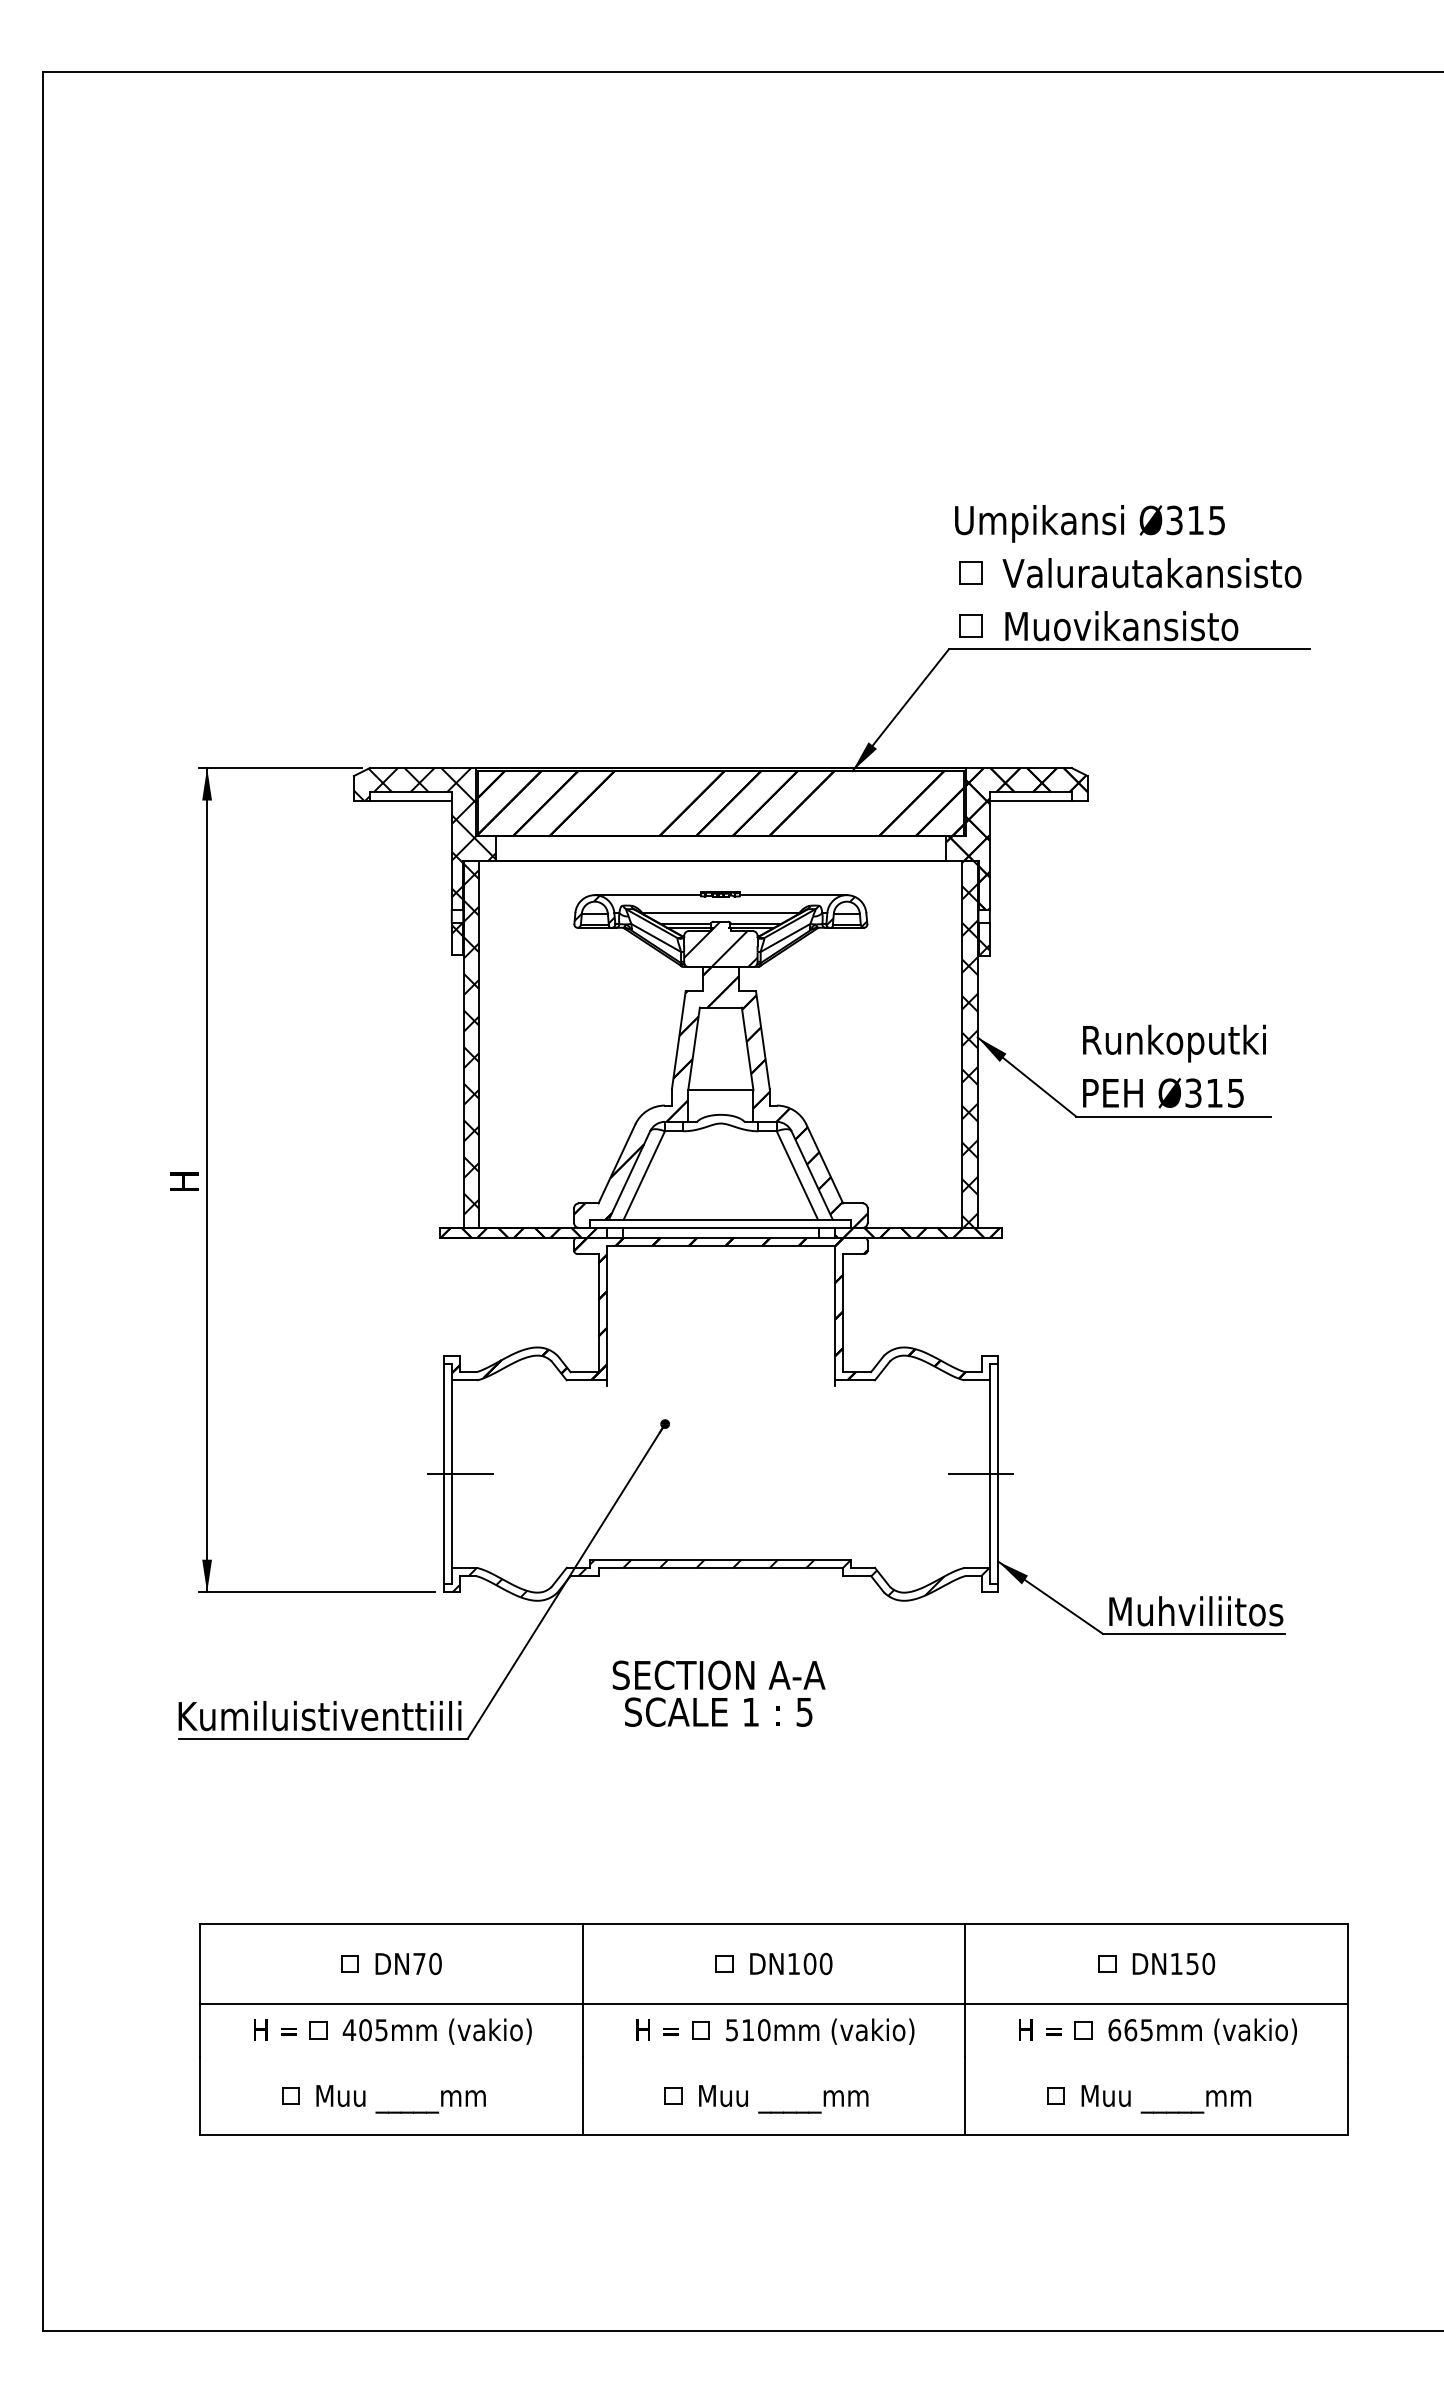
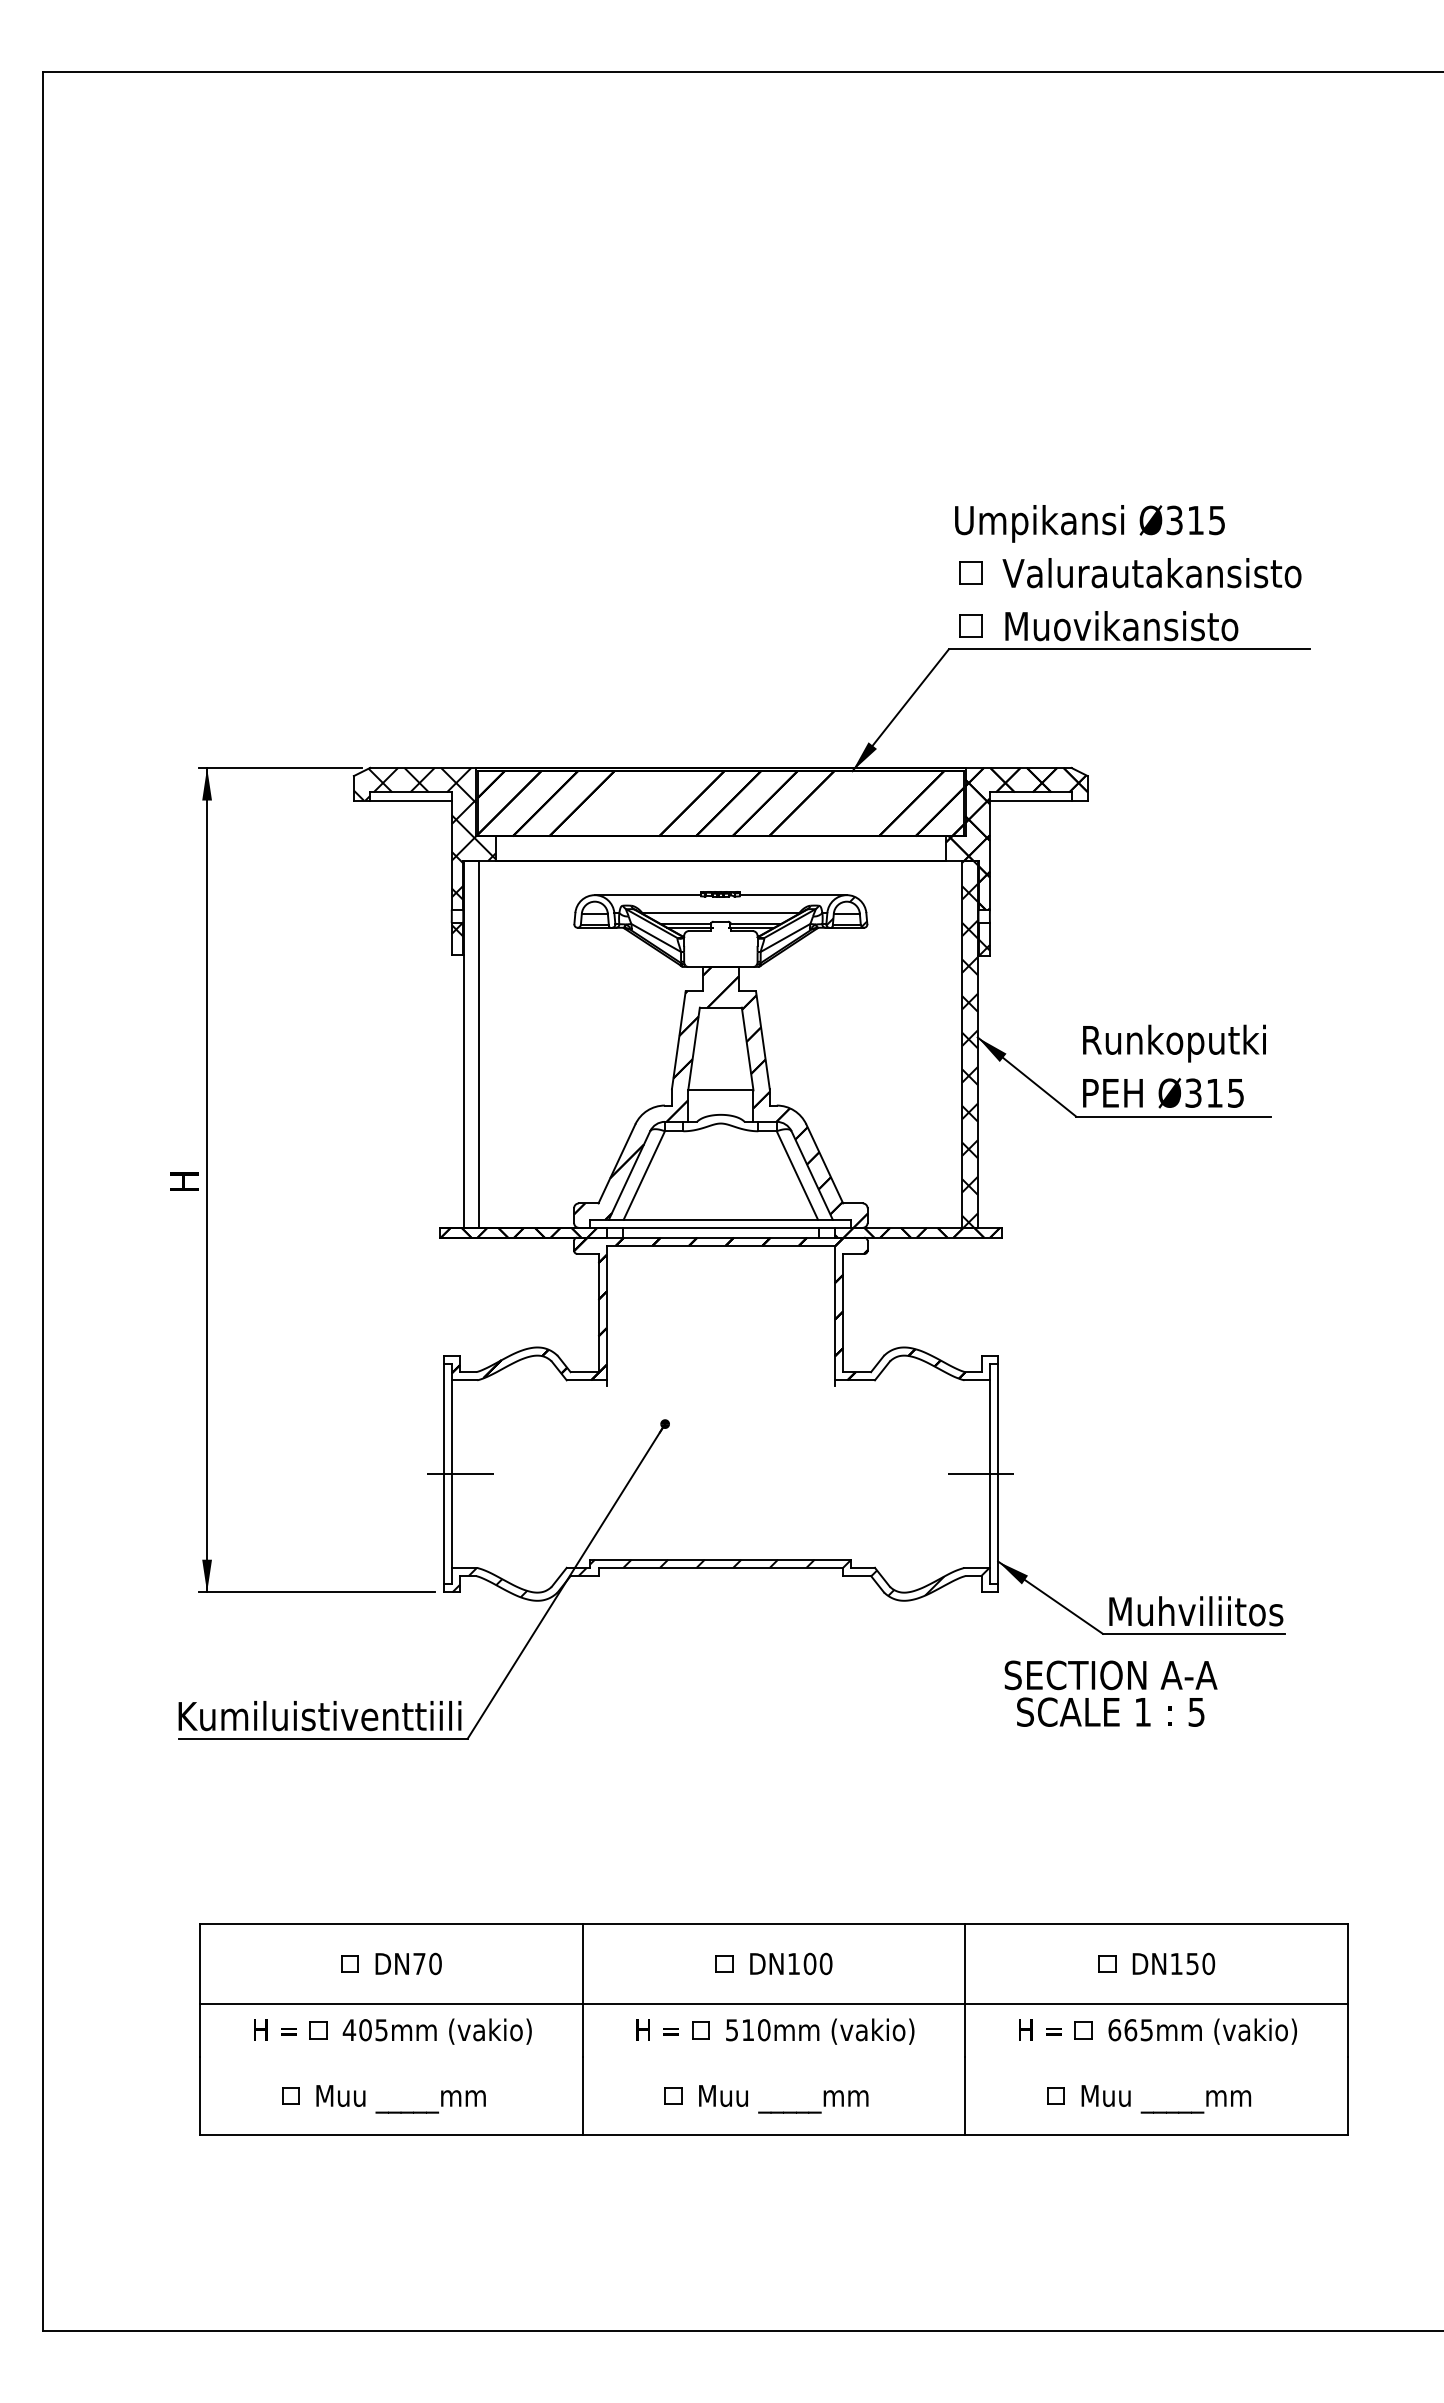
hatch at (594, 909): present -> none
hatch at (720, 943): present -> none
hatch at (471, 1039): present -> none
text at (718, 1693) position: (718, 1693) -> (1110, 1693)
